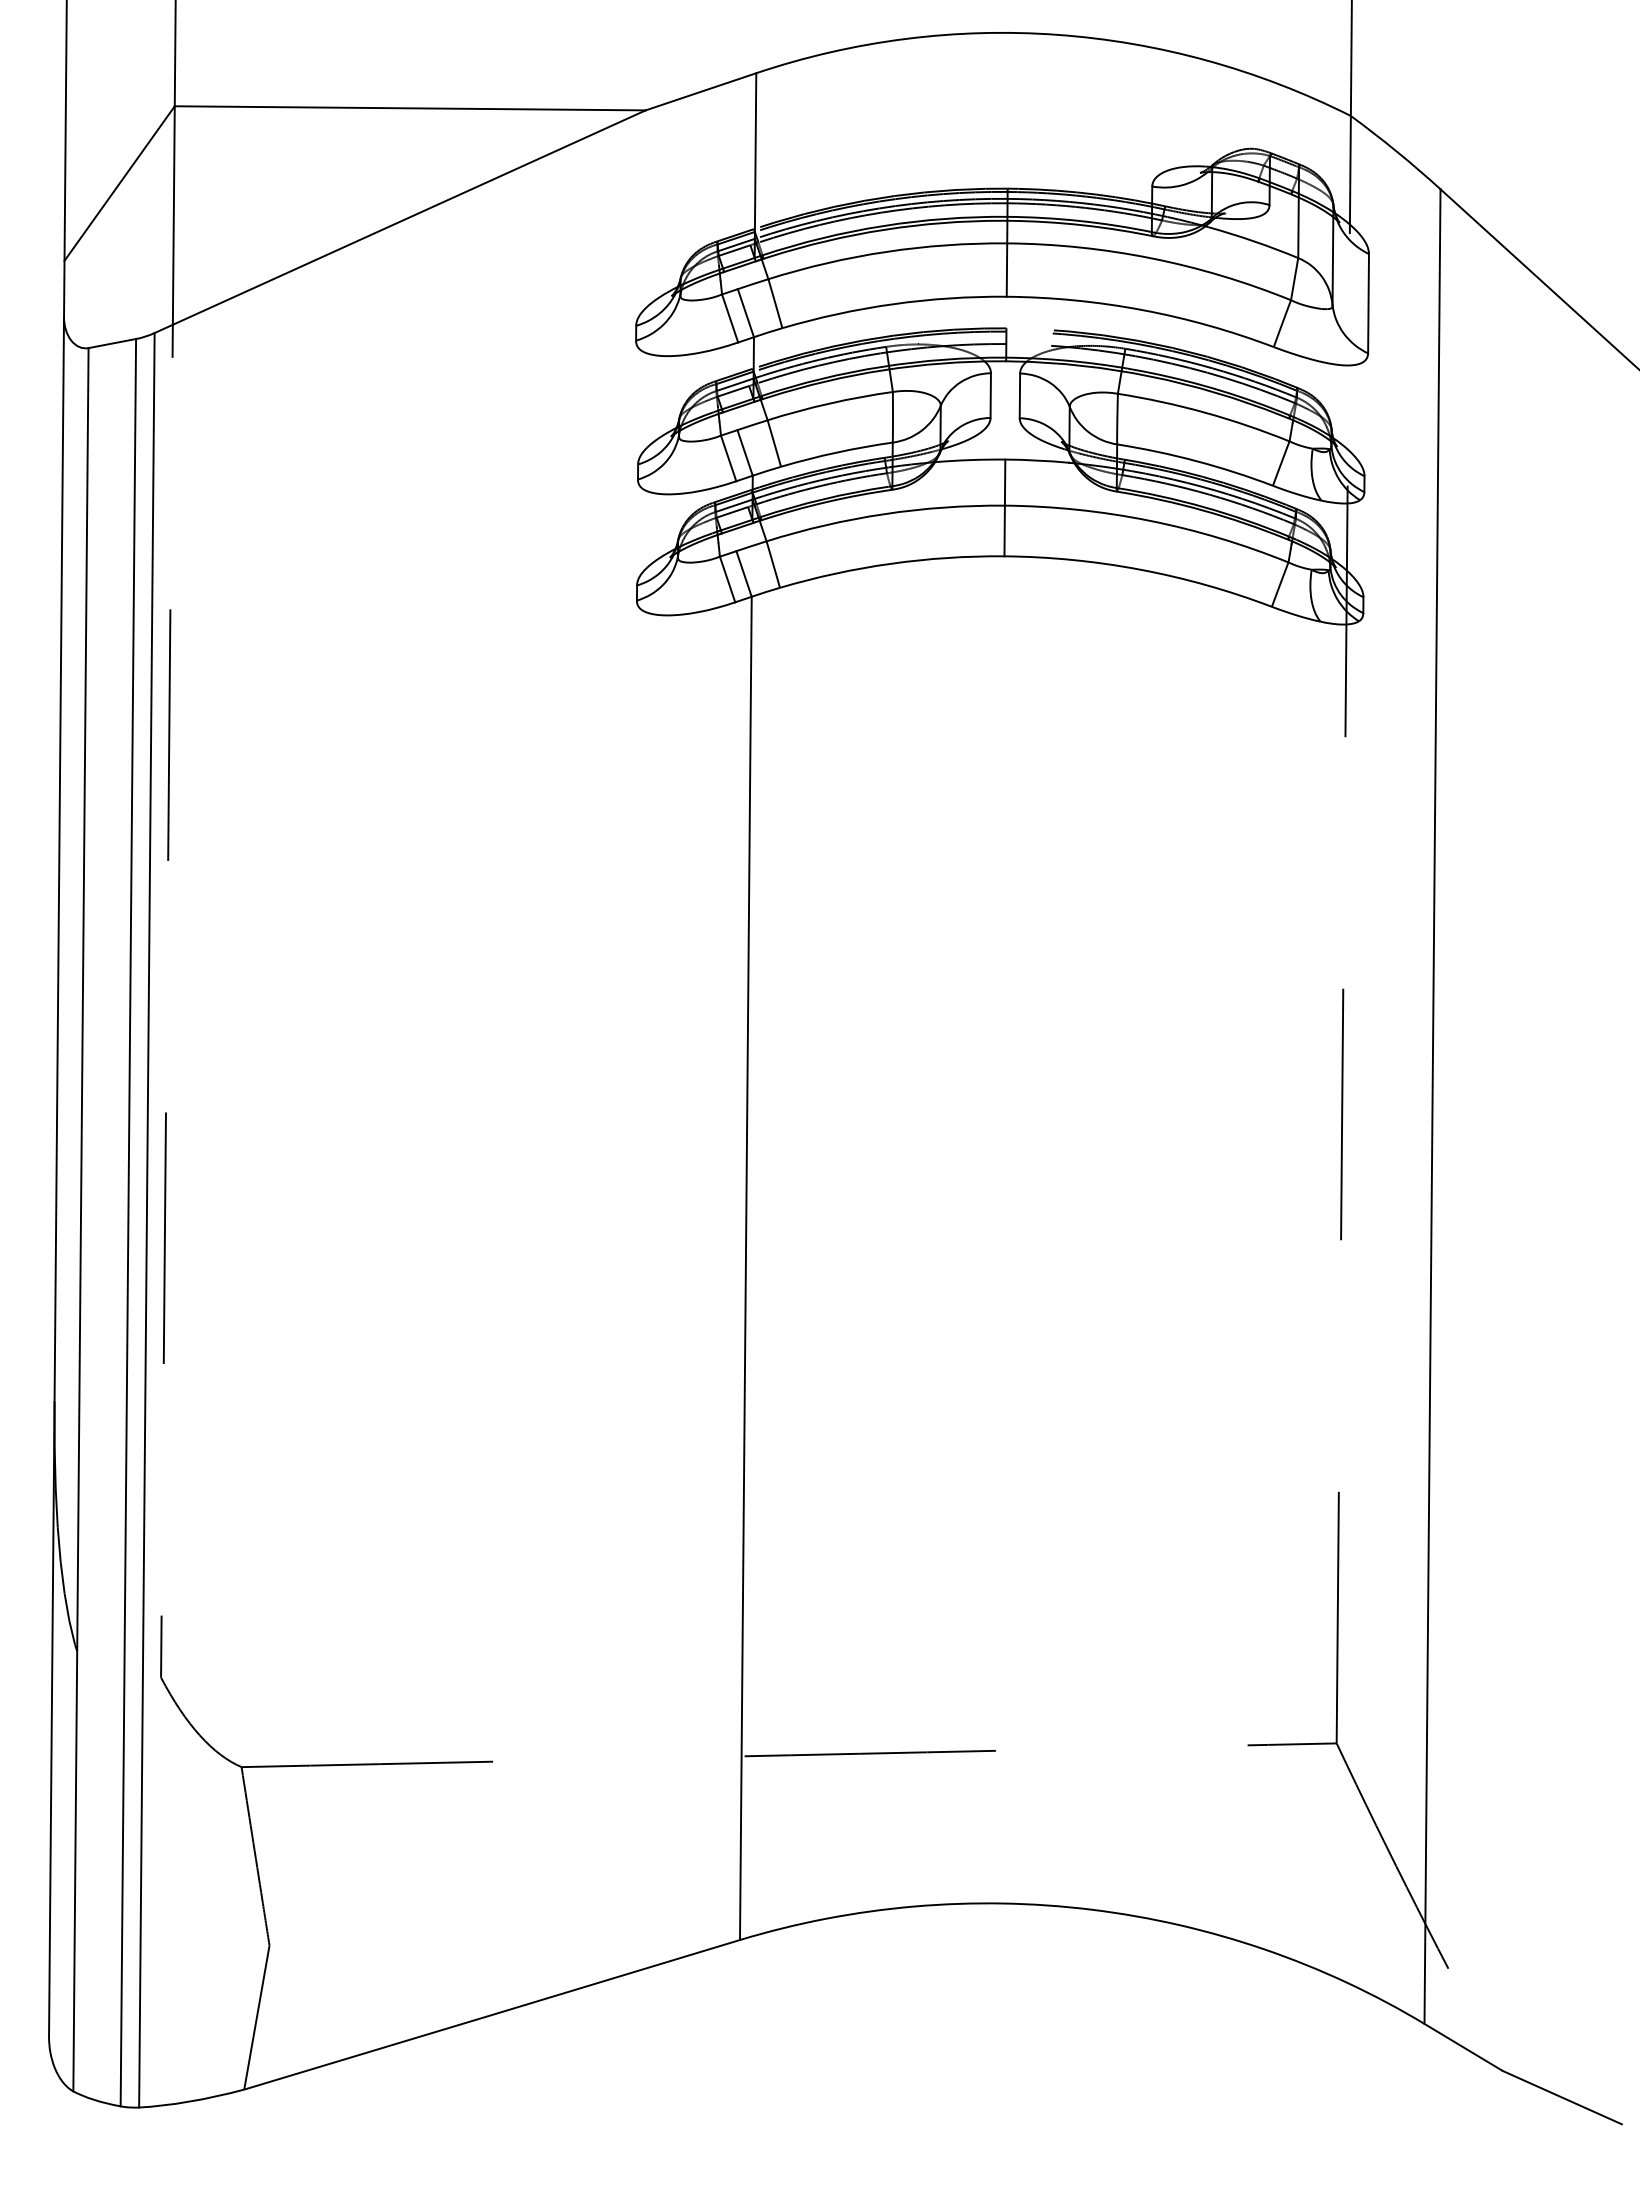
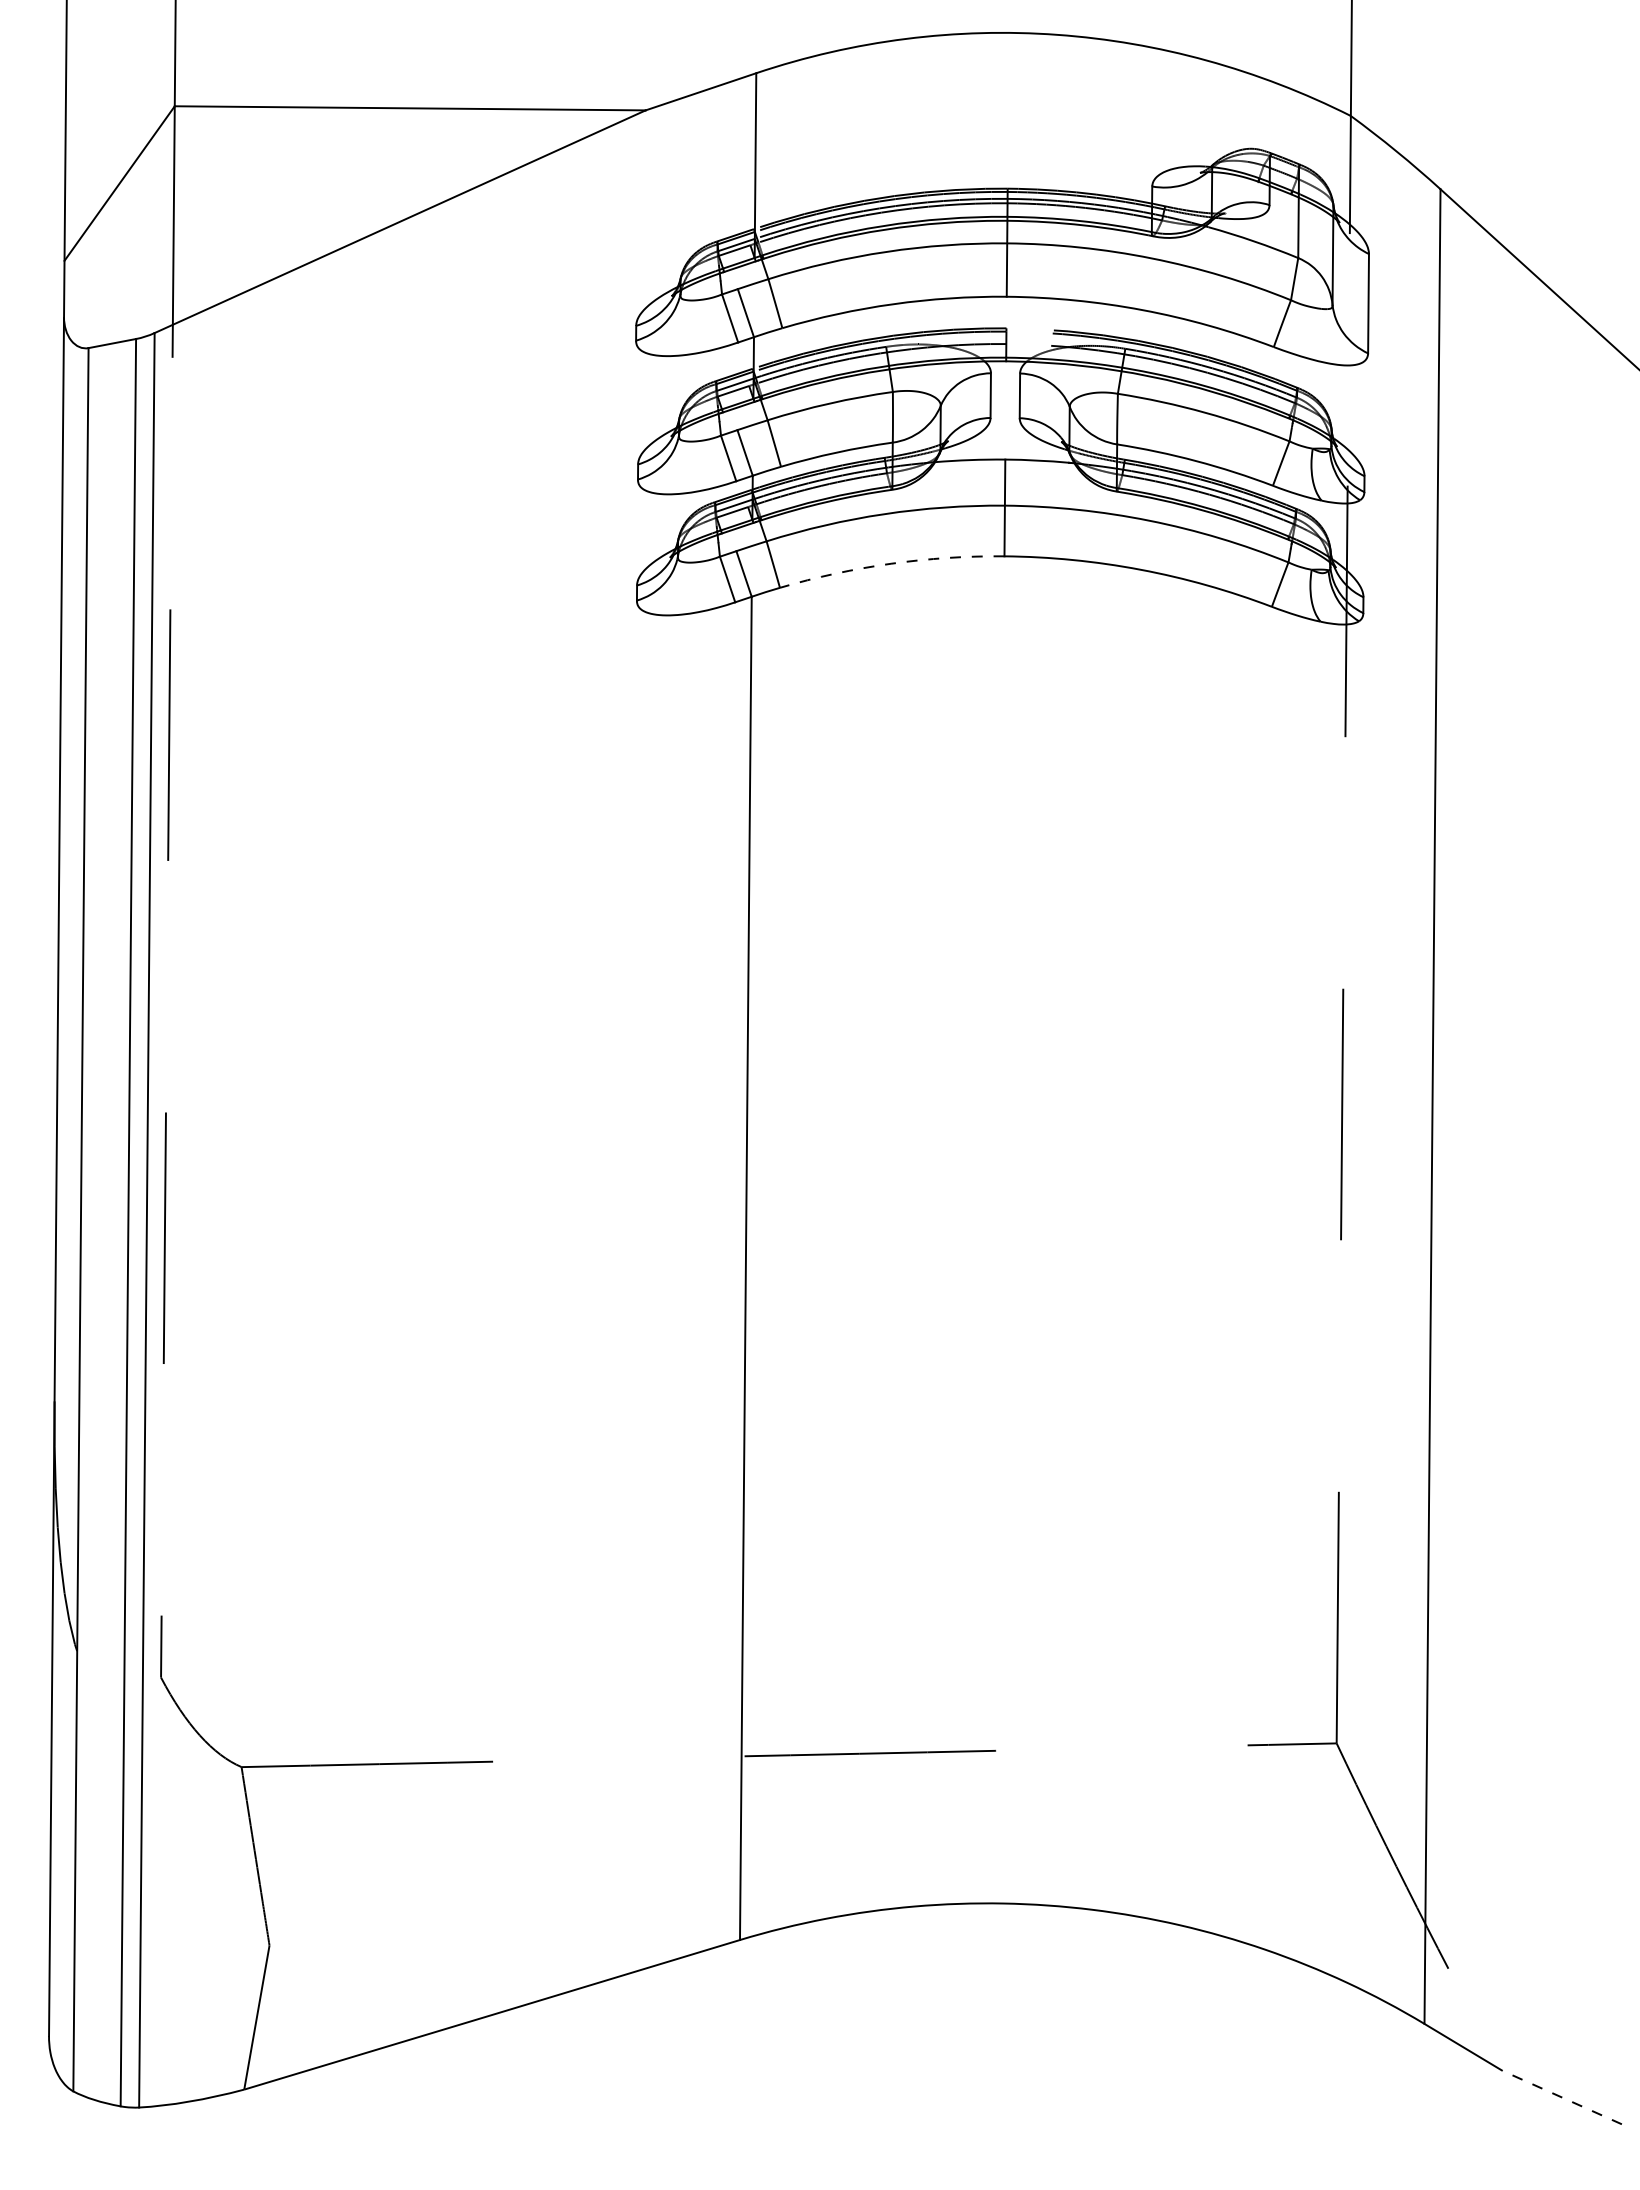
arc at (891, 563): solid -> dashed
line at (1561, 2097): solid -> dashed
